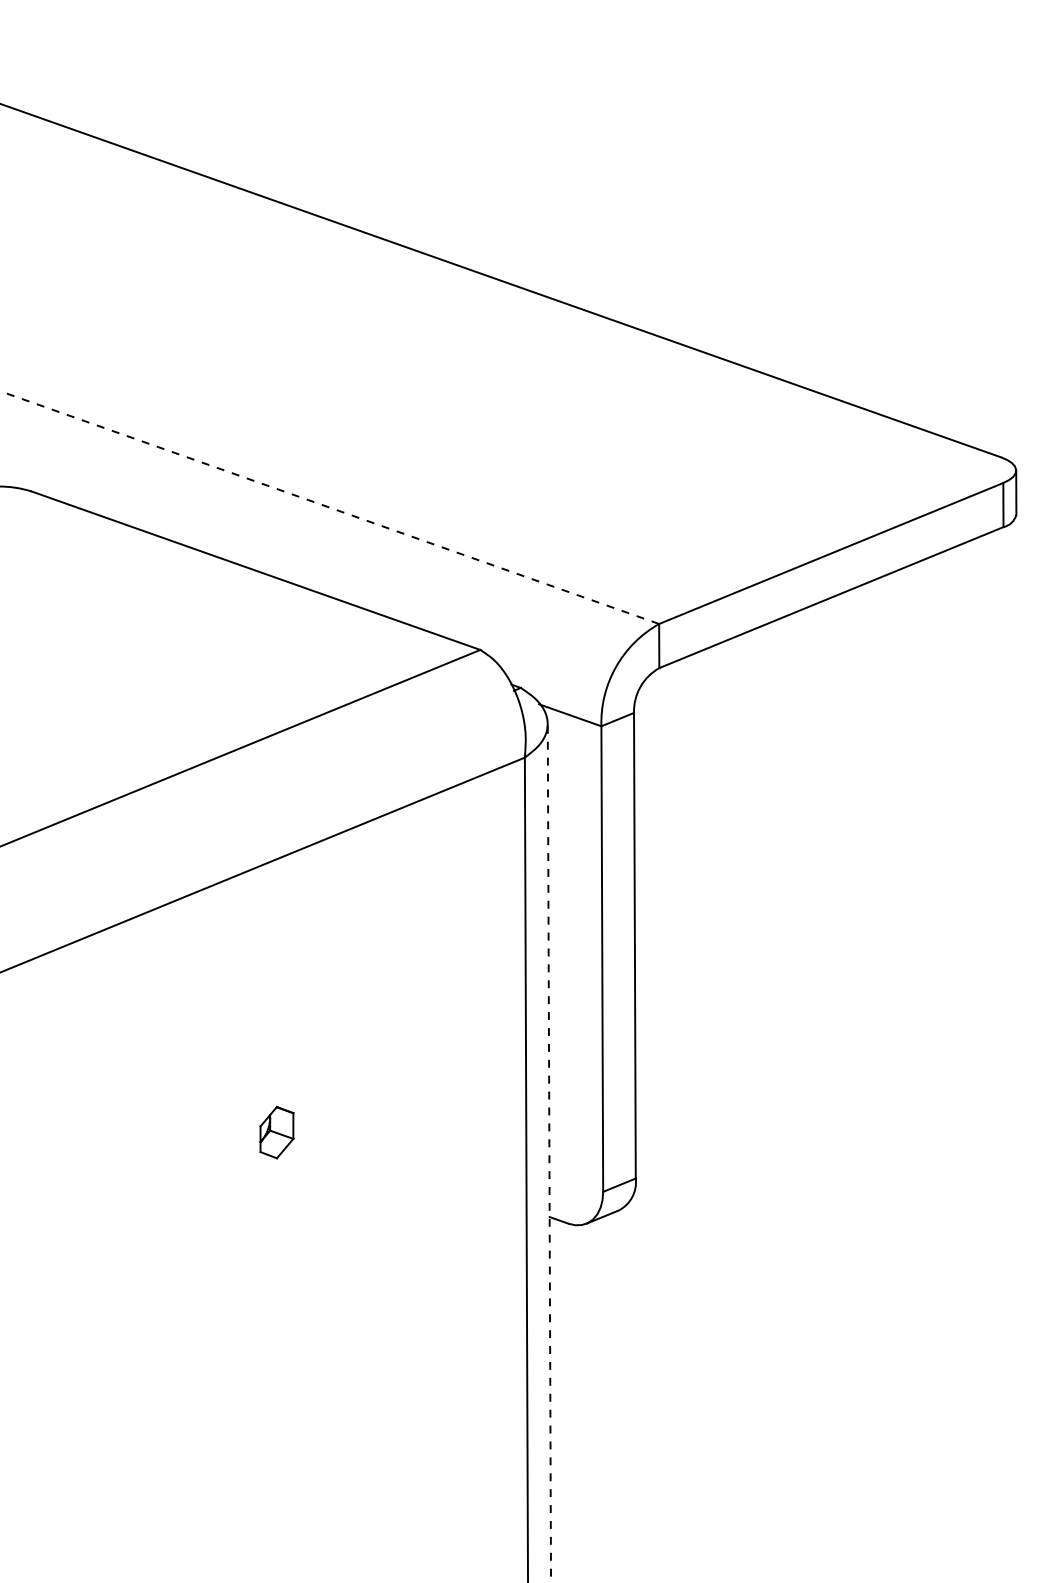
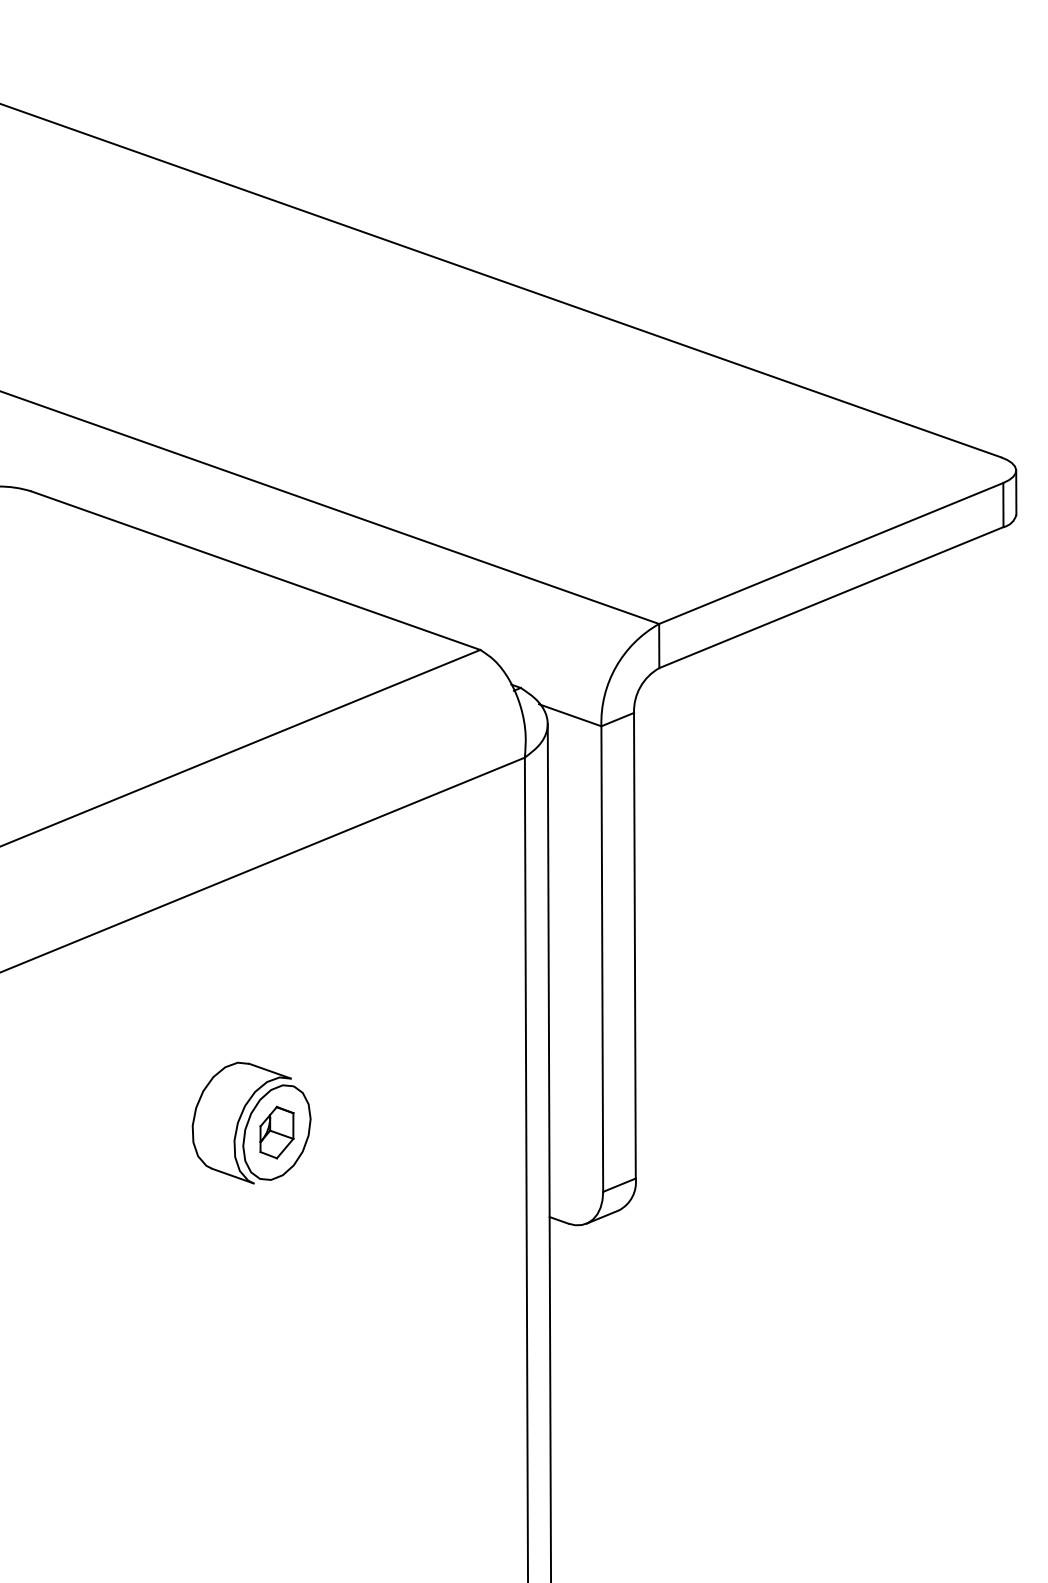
line at (329, 507): dashed -> solid
part at (251, 1122): none -> present
line at (549, 1152): dashed -> solid
